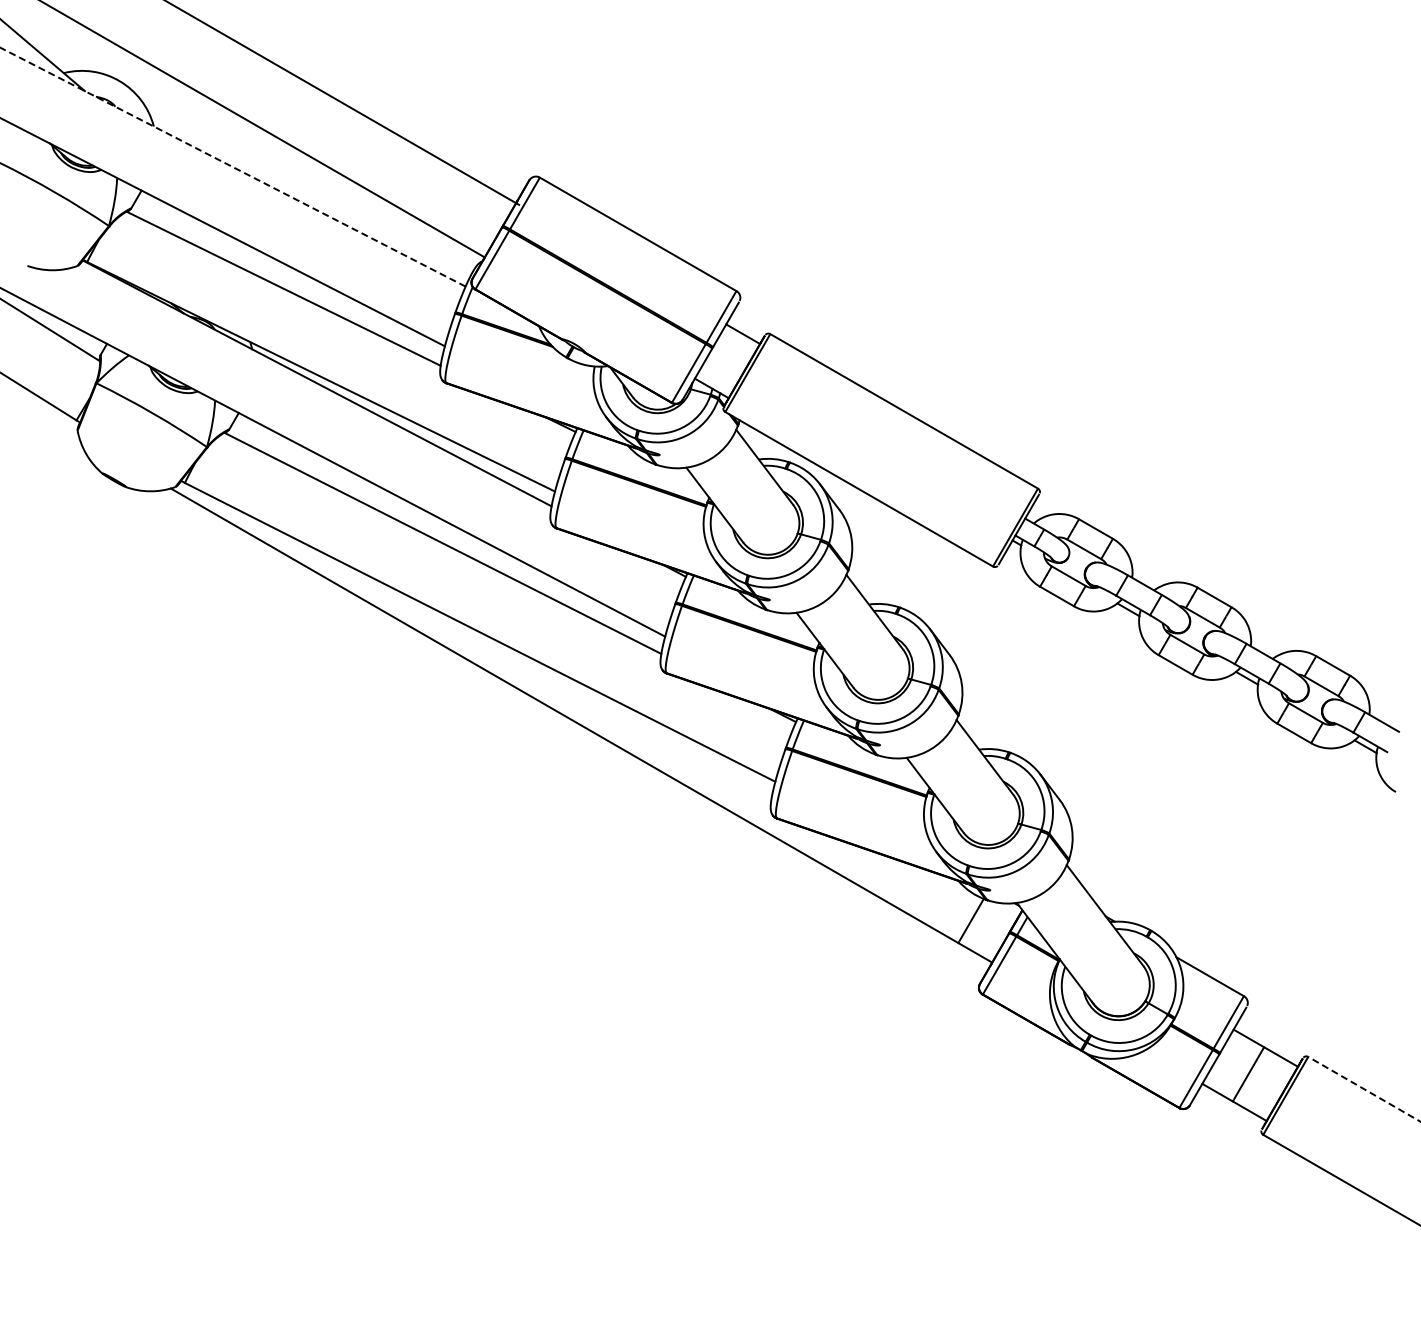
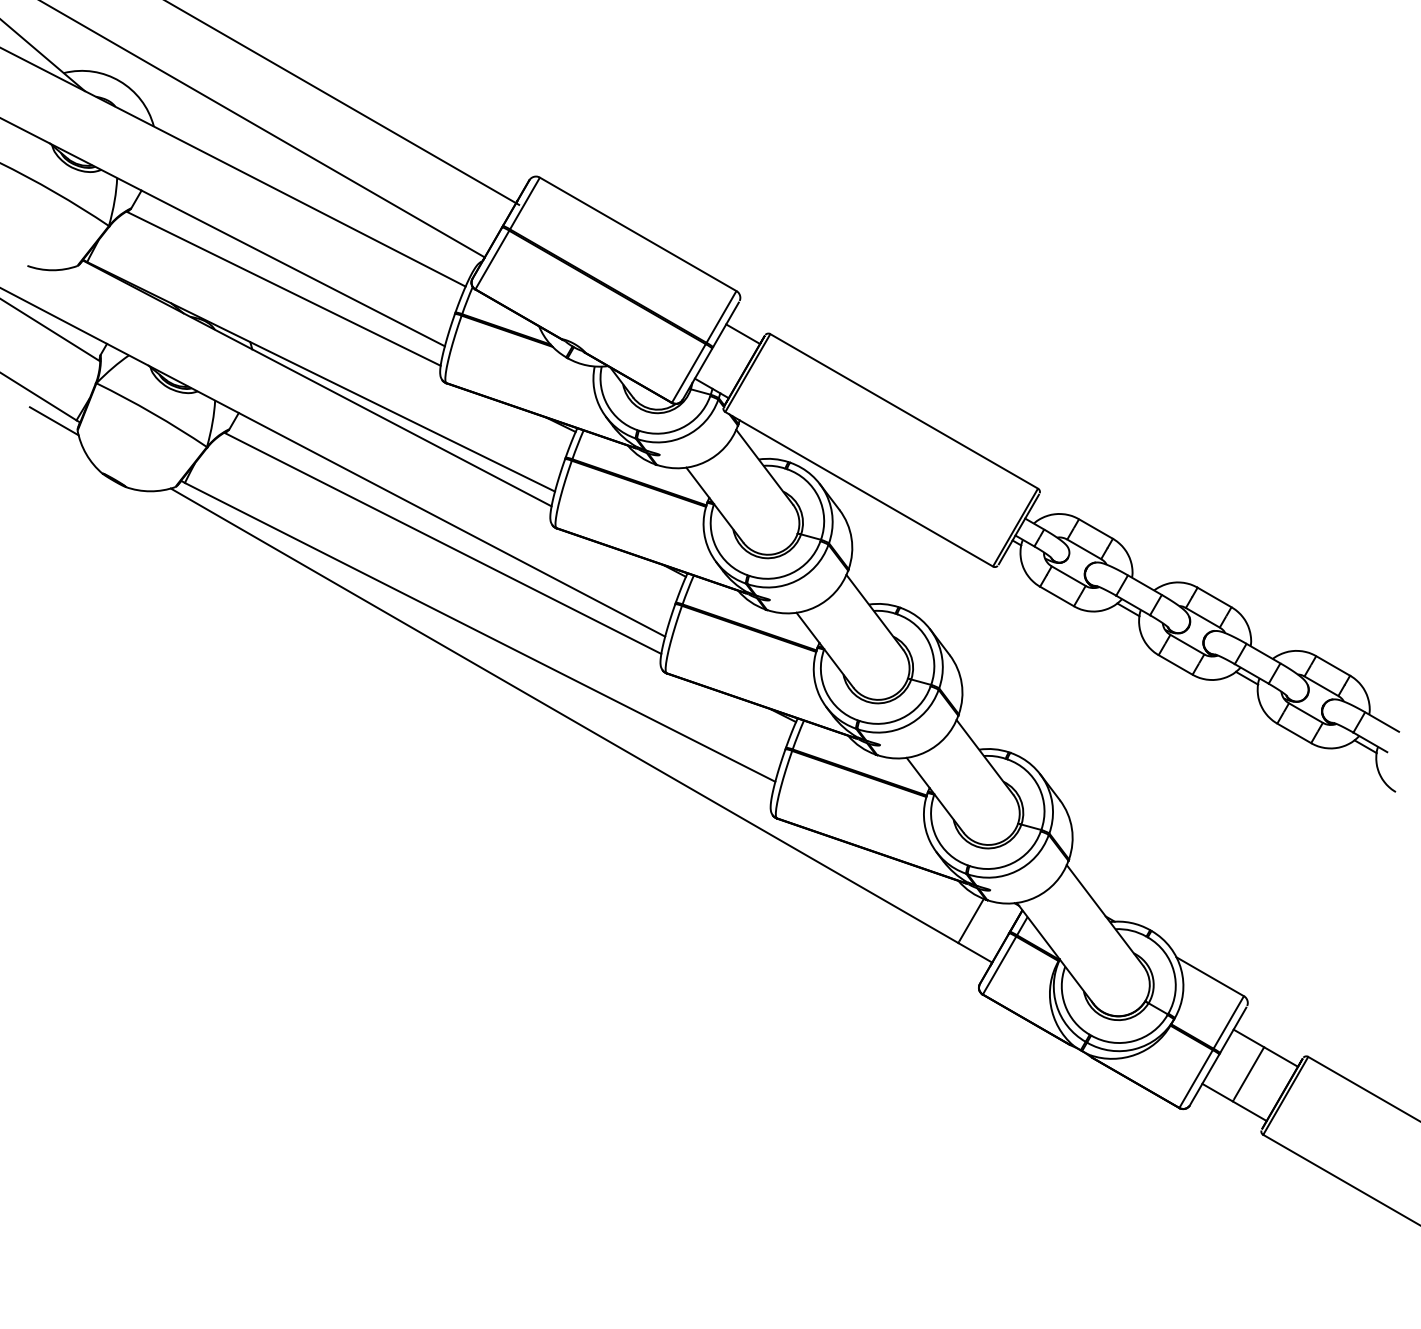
line at (232, 167): dashed -> solid
line at (53, 421): none -> present
line at (1364, 1089): dashed -> solid
